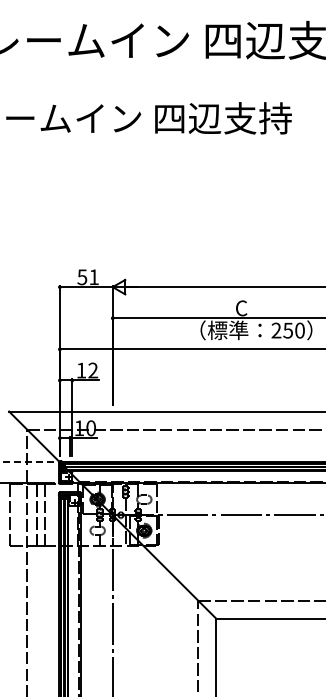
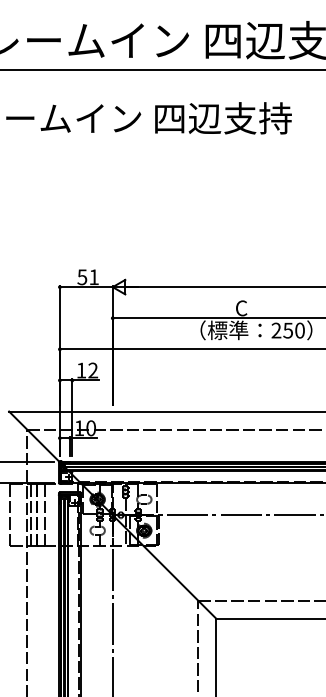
line at (162, 69): none -> present
line at (26, 462): dashed -> solid
line at (31, 515): none -> present
